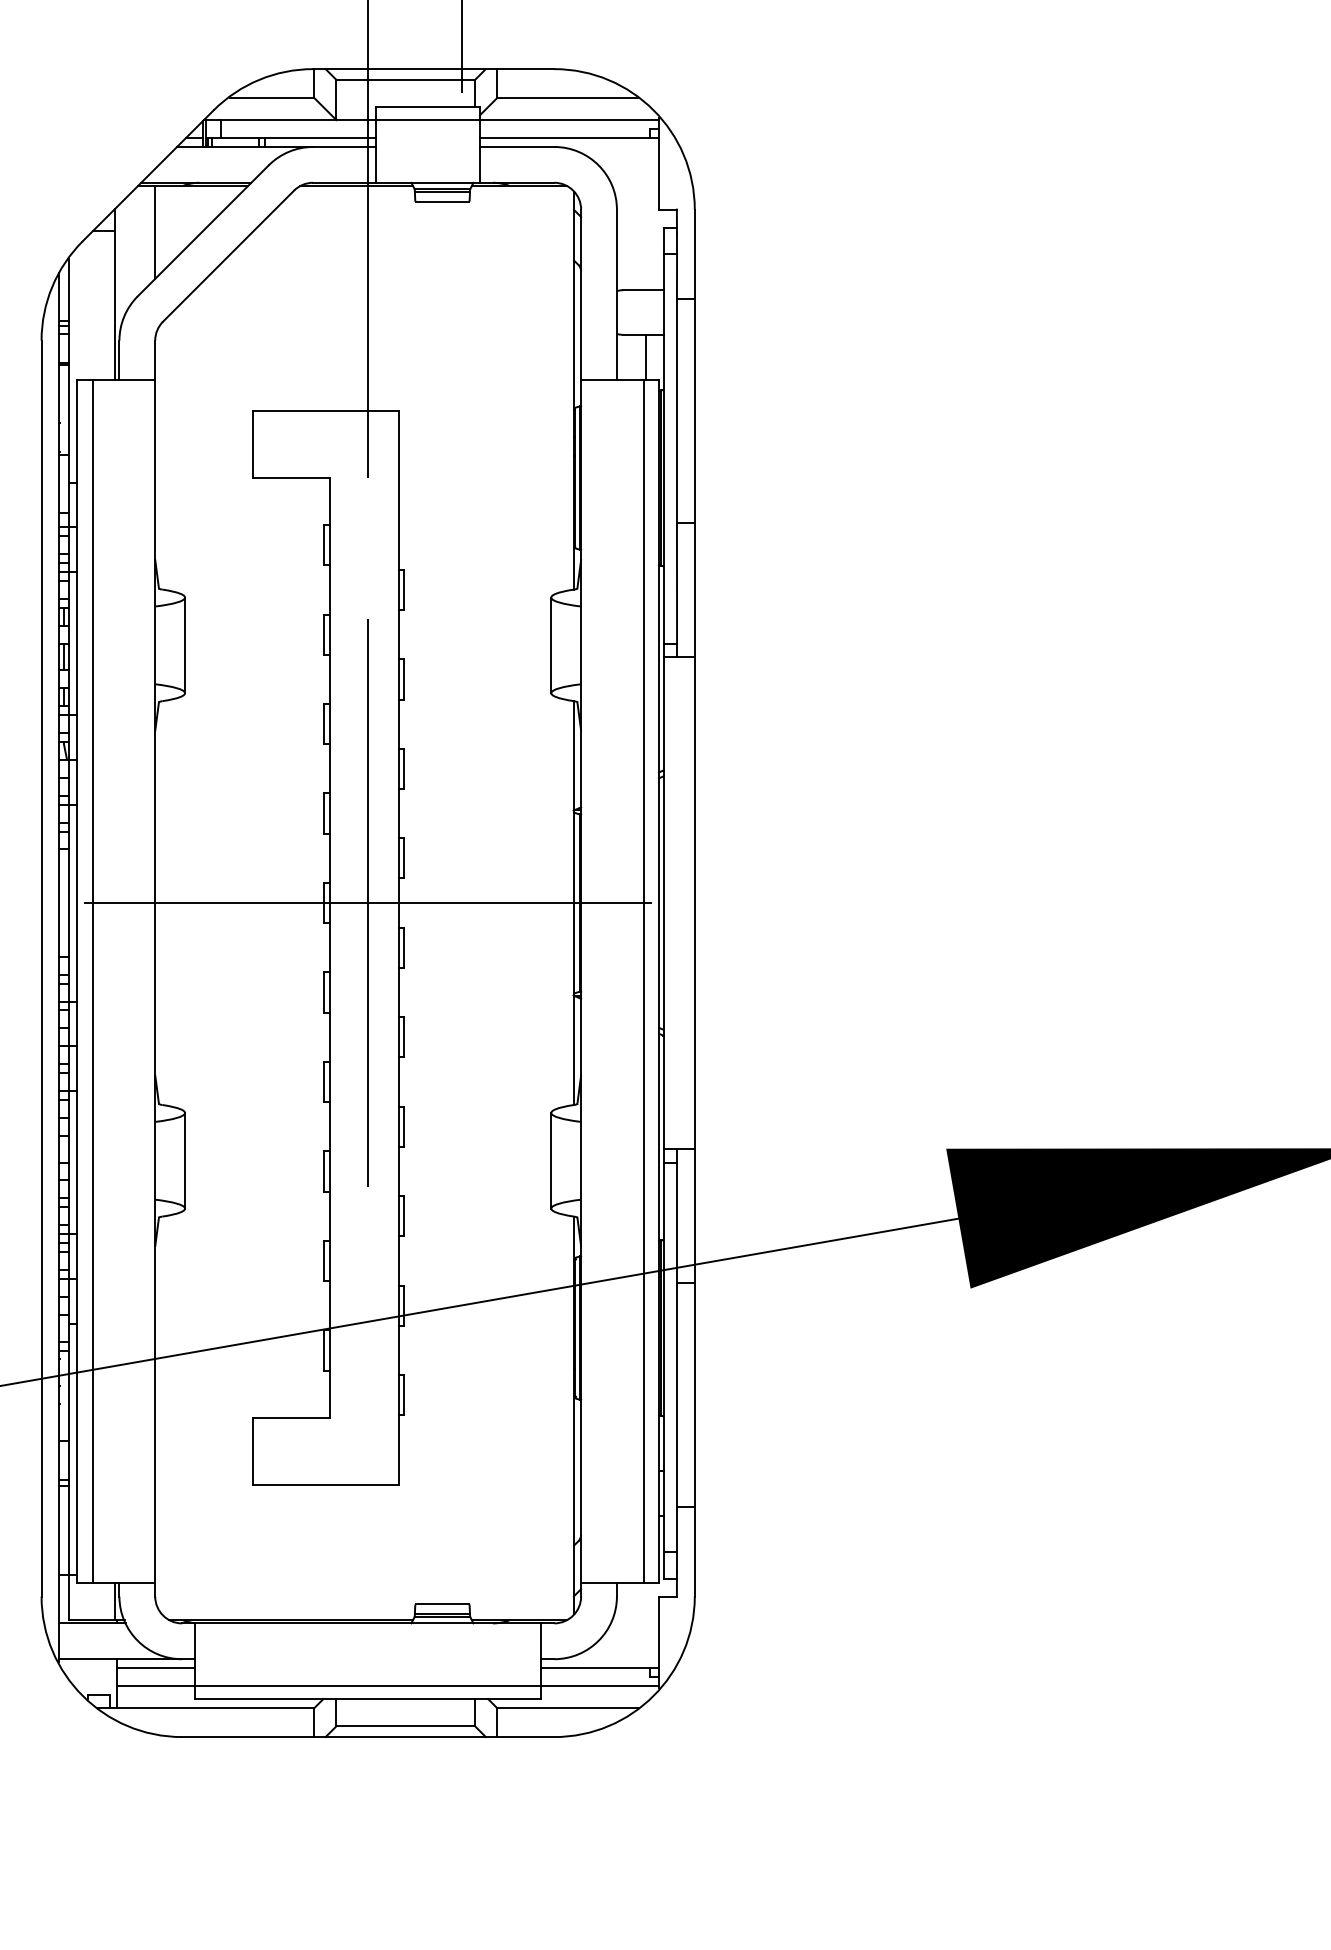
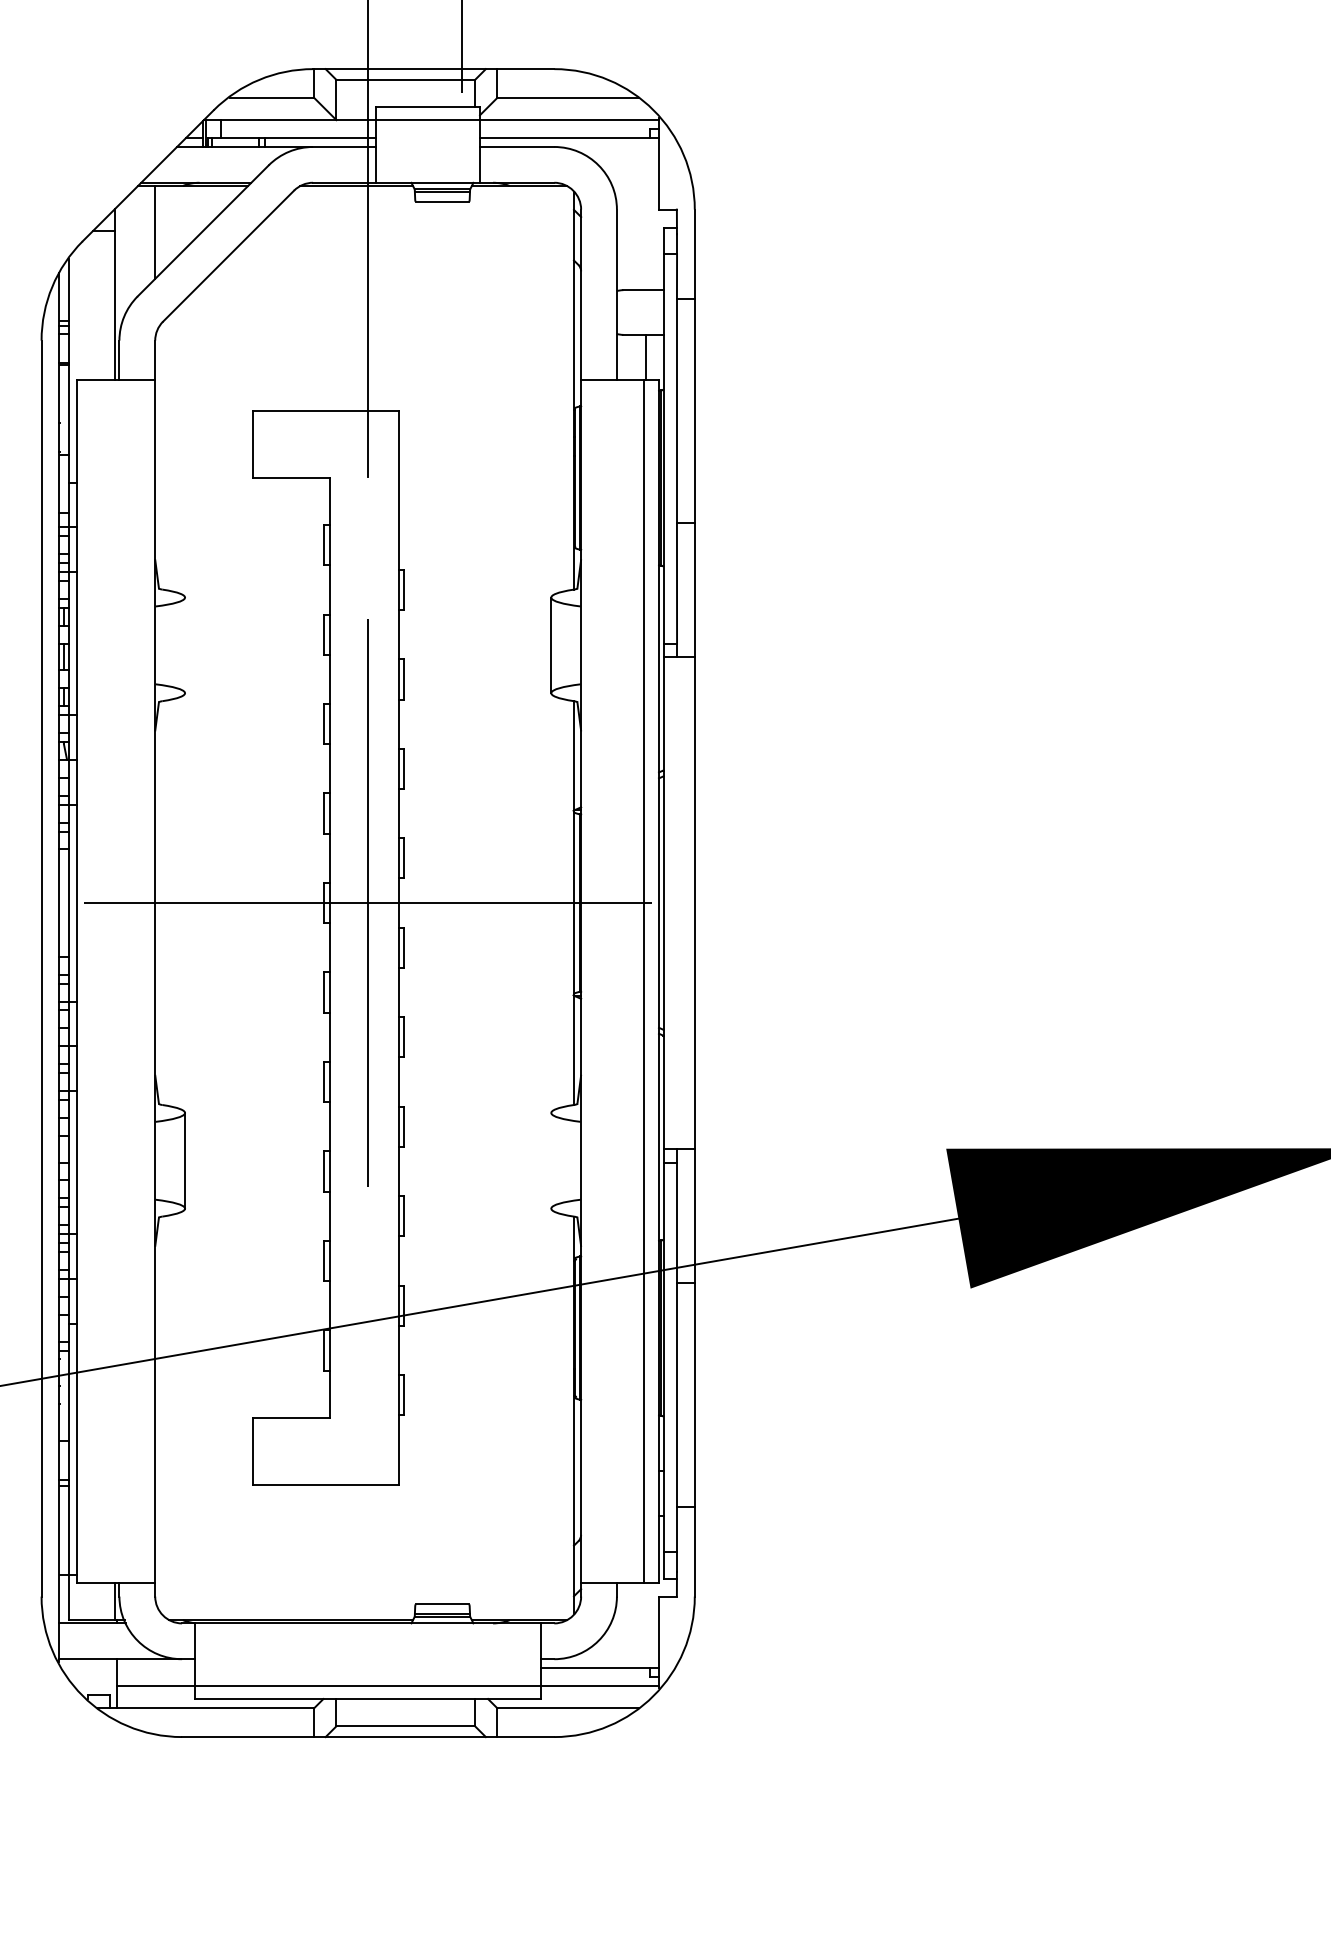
line at (185, 645): present -> none
line at (92, 981): present -> none
line at (551, 1160): present -> none
line at (155, 1668): present -> none
